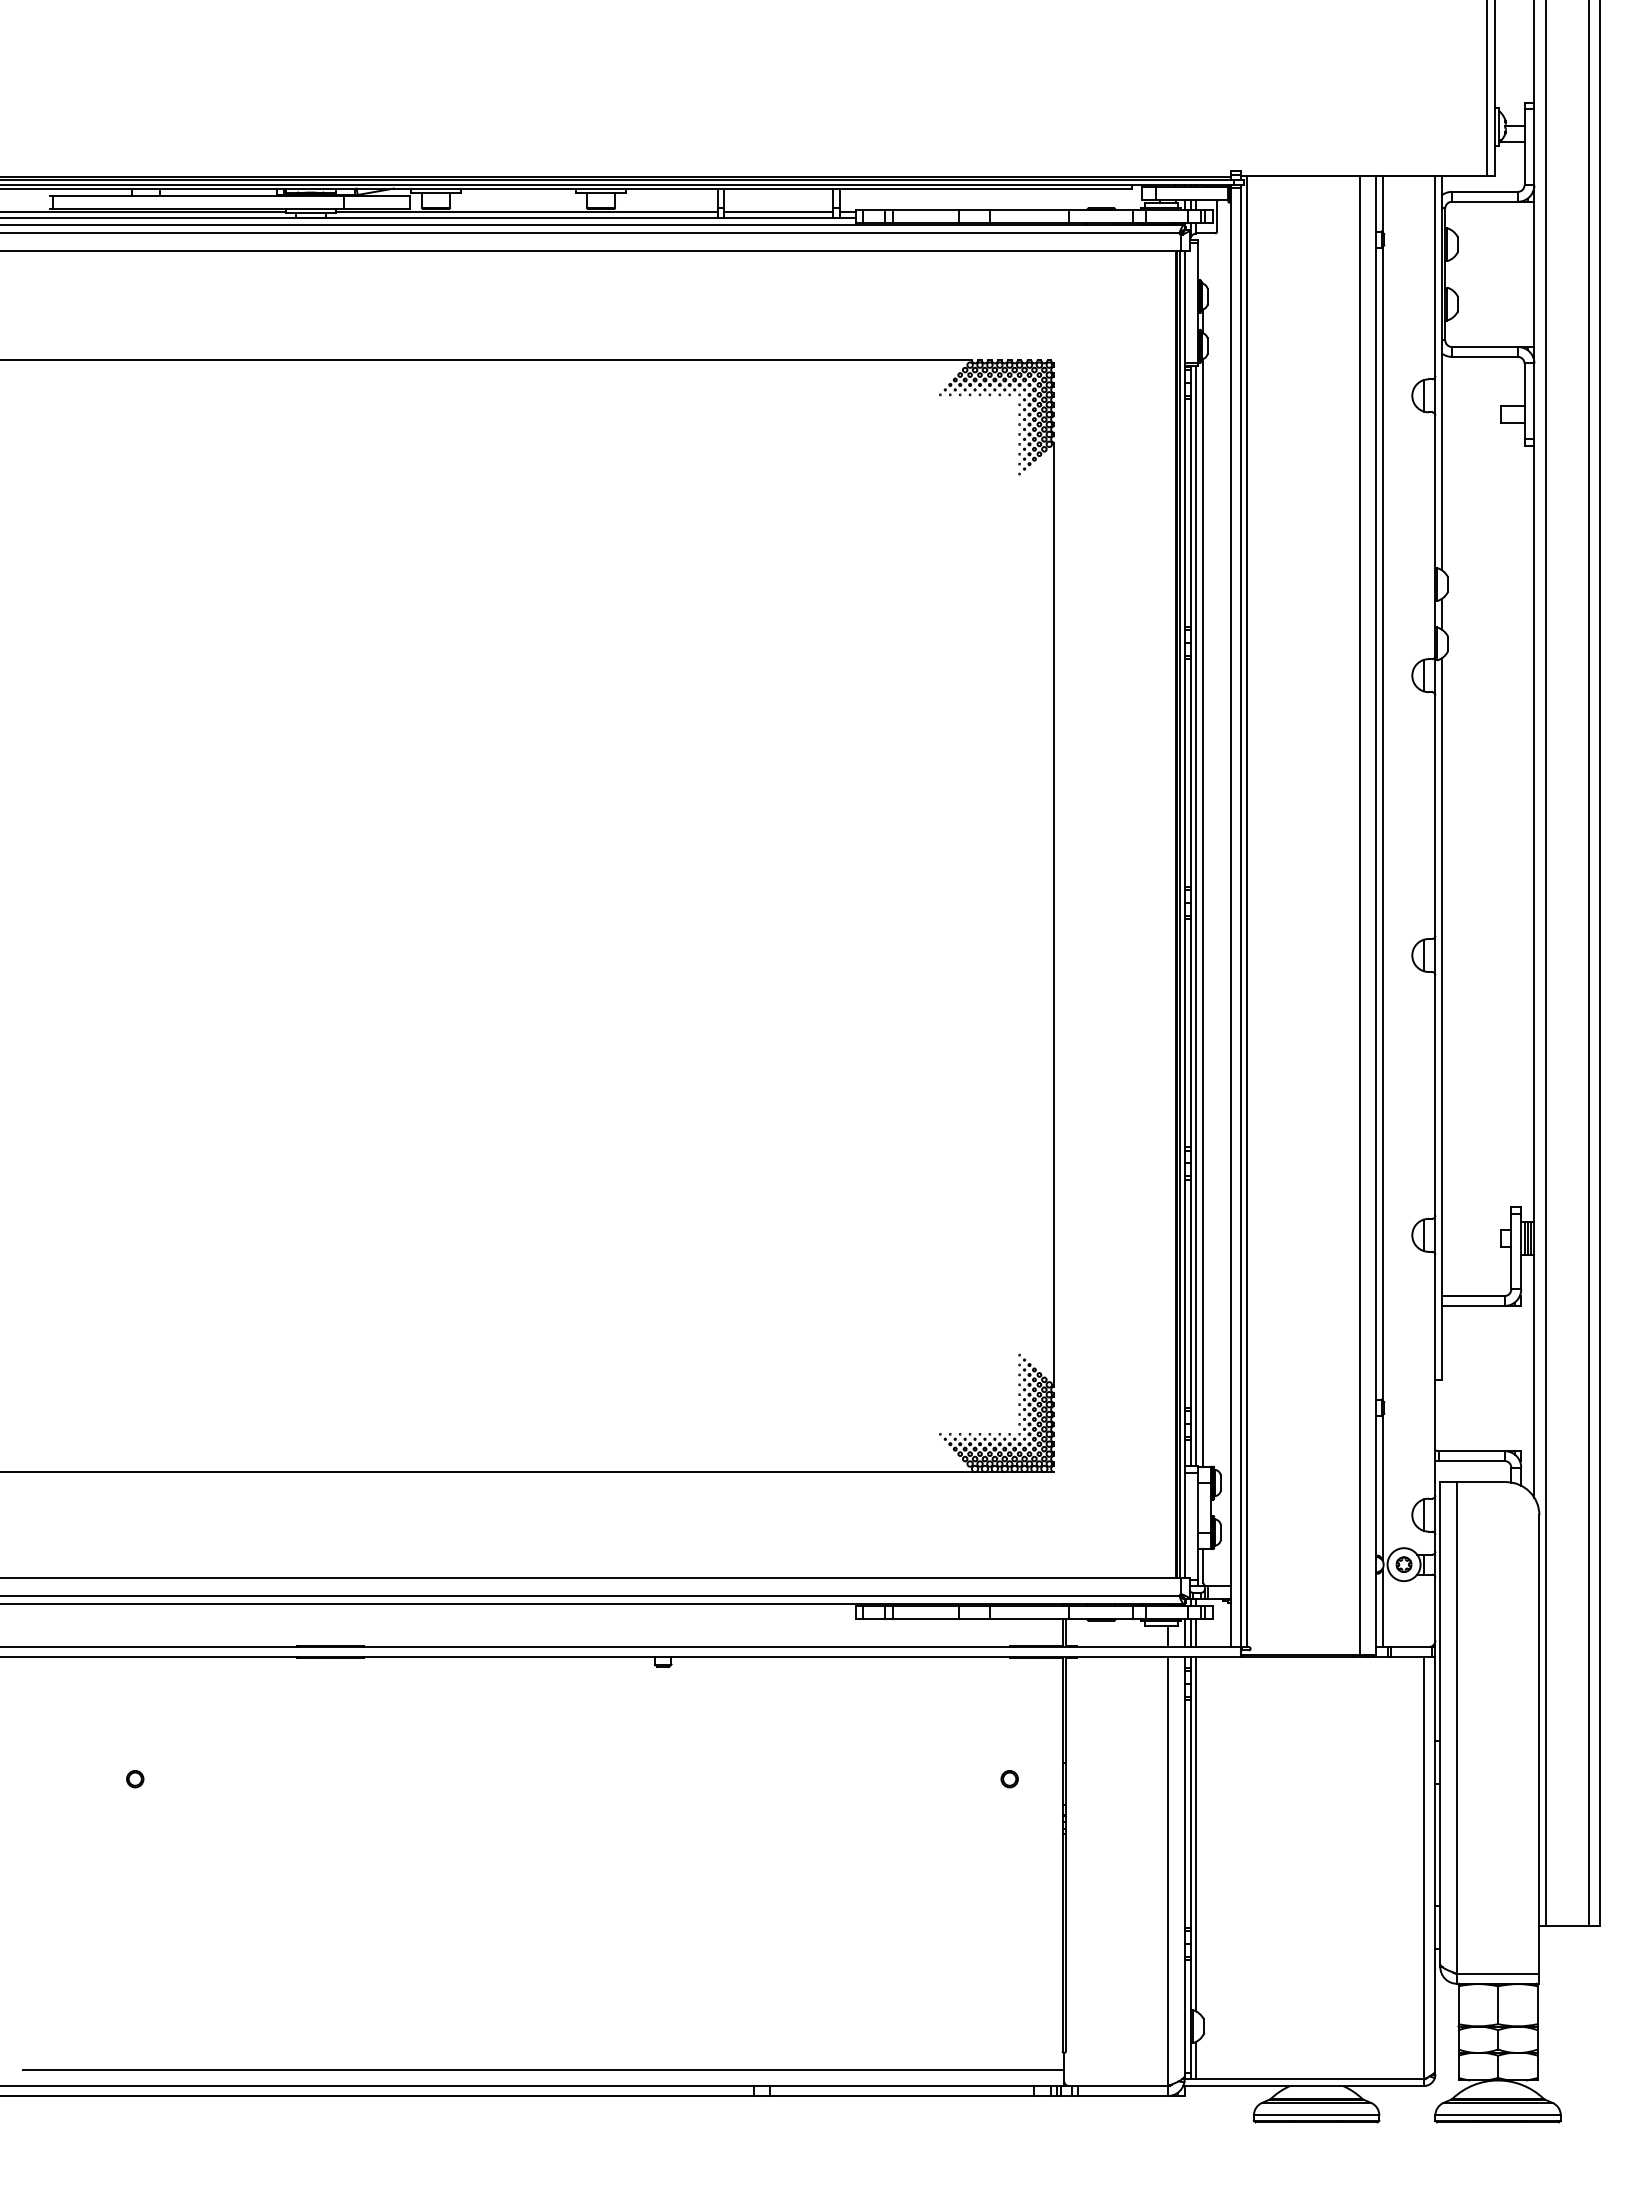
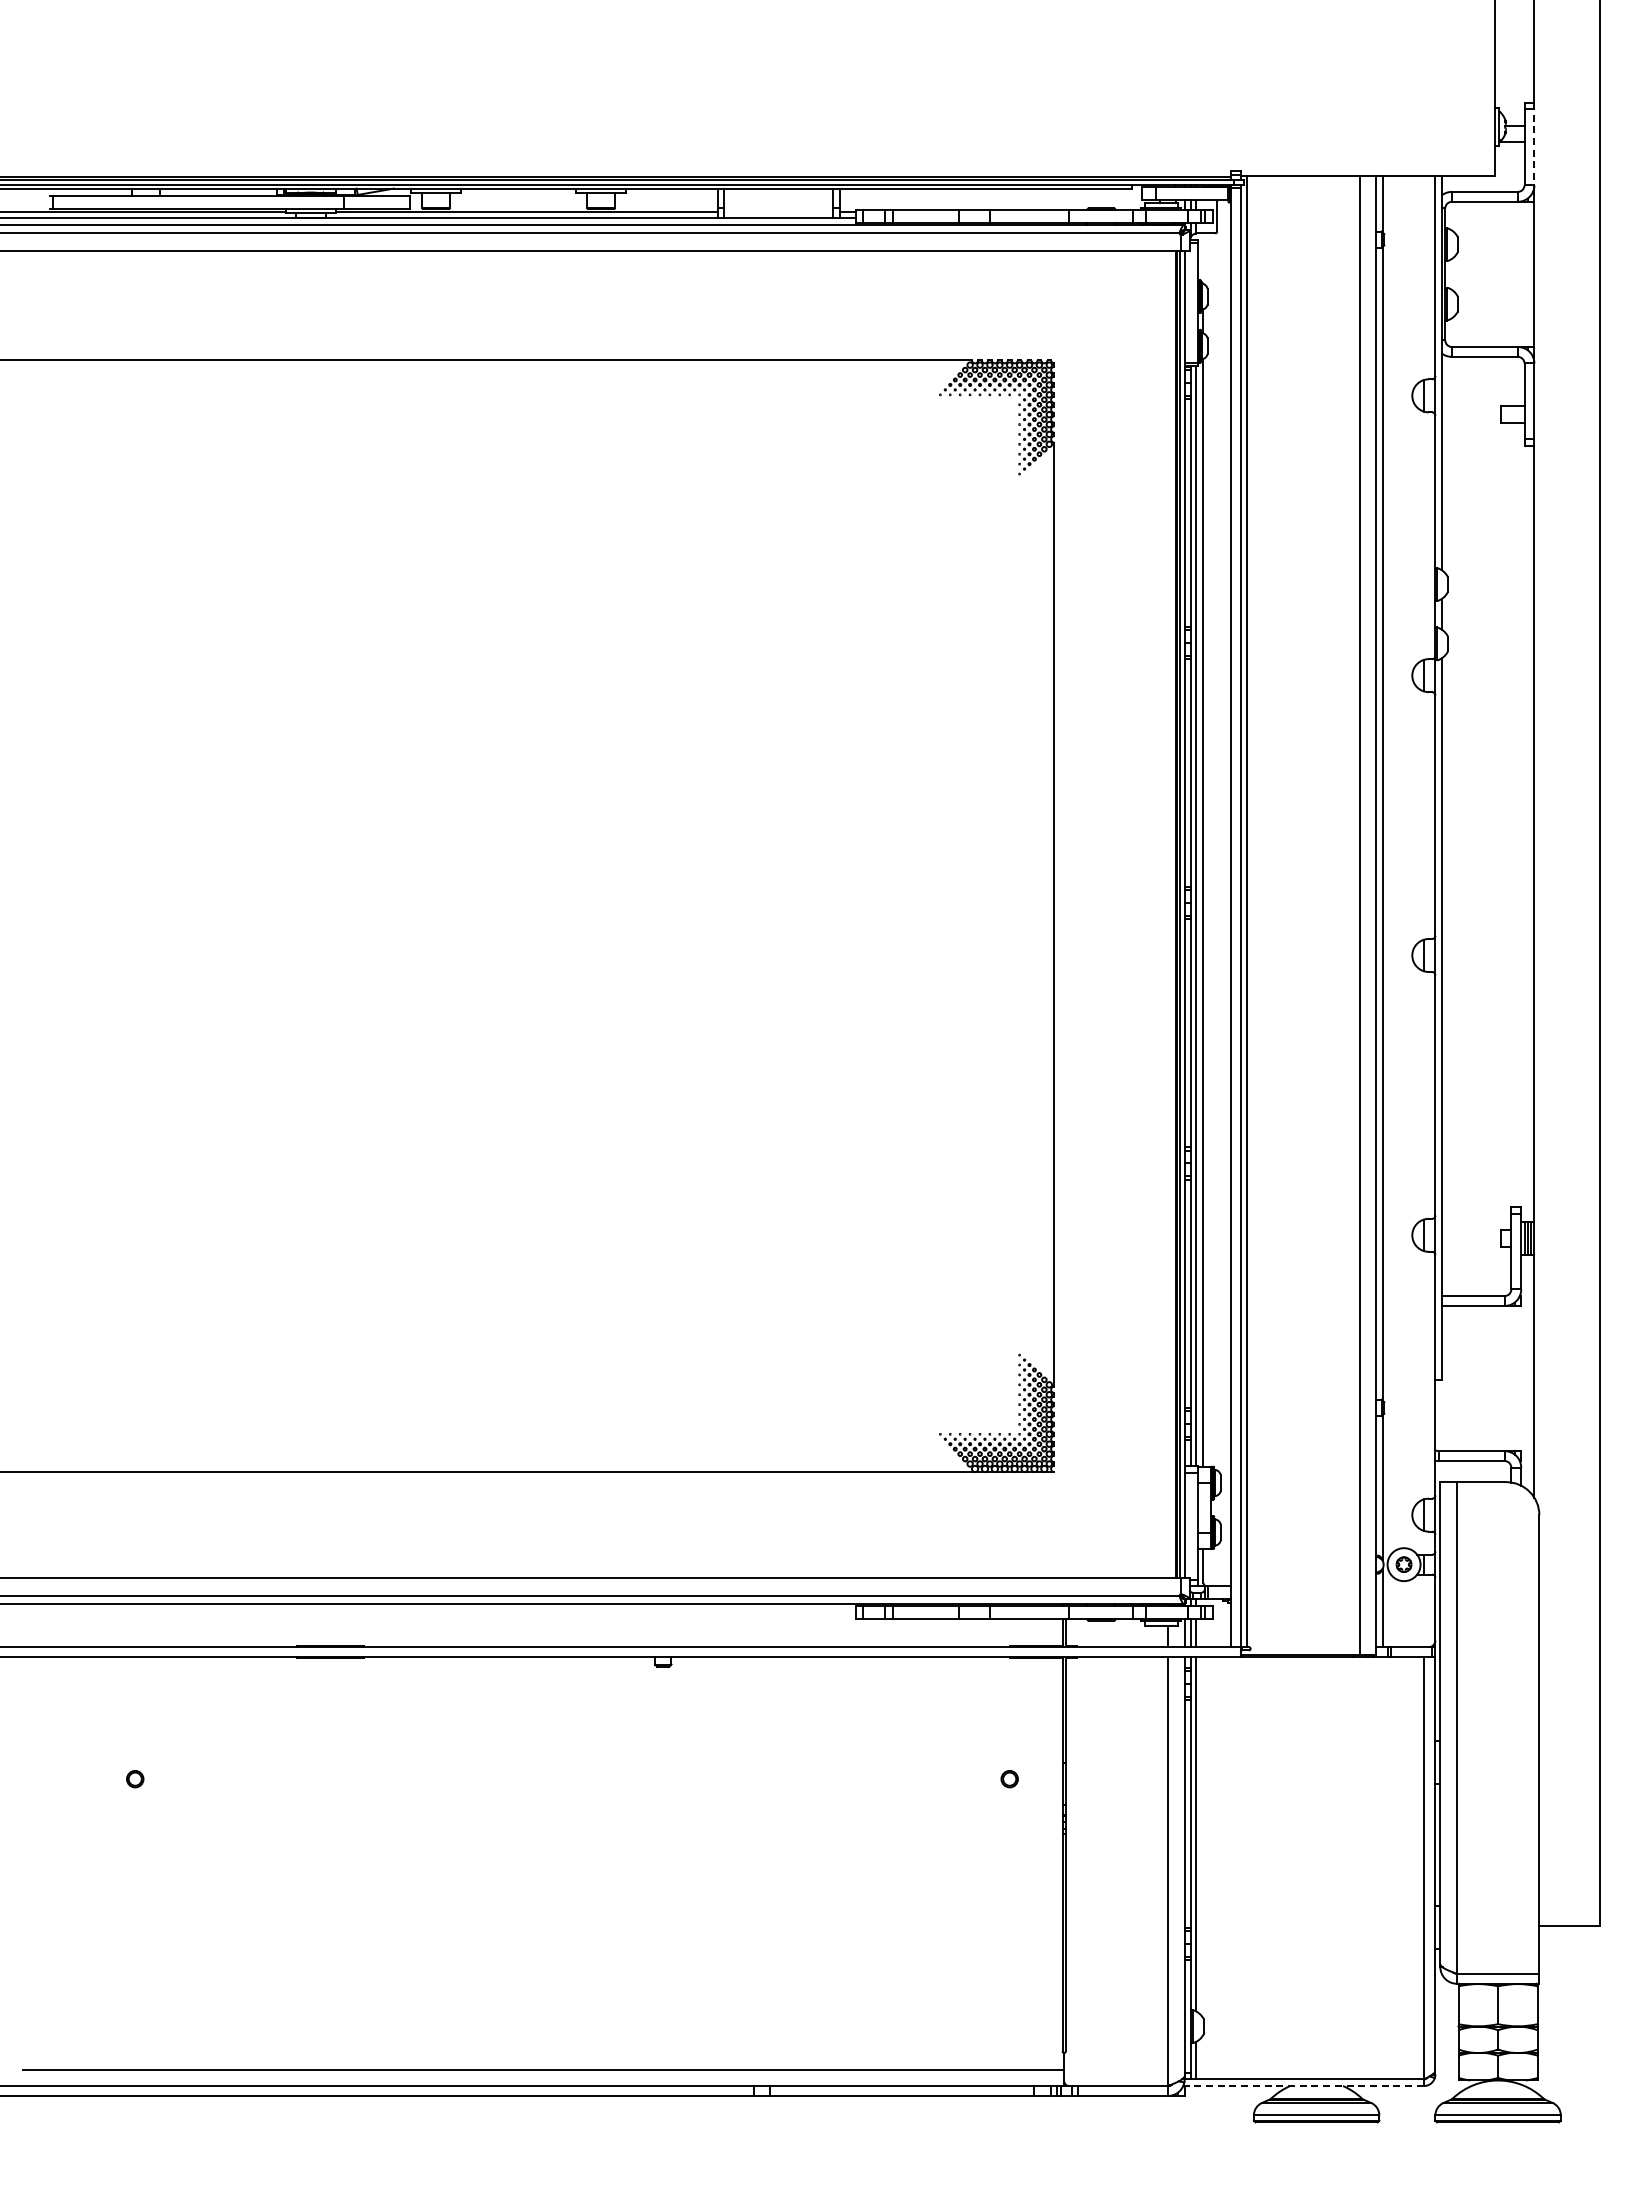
line at (1486, 89): present -> none
line at (1534, 144): solid -> dashed
line at (778, 211): present -> none
line at (1545, 964): present -> none
line at (1588, 964): present -> none
line at (1303, 2086): solid -> dashed
